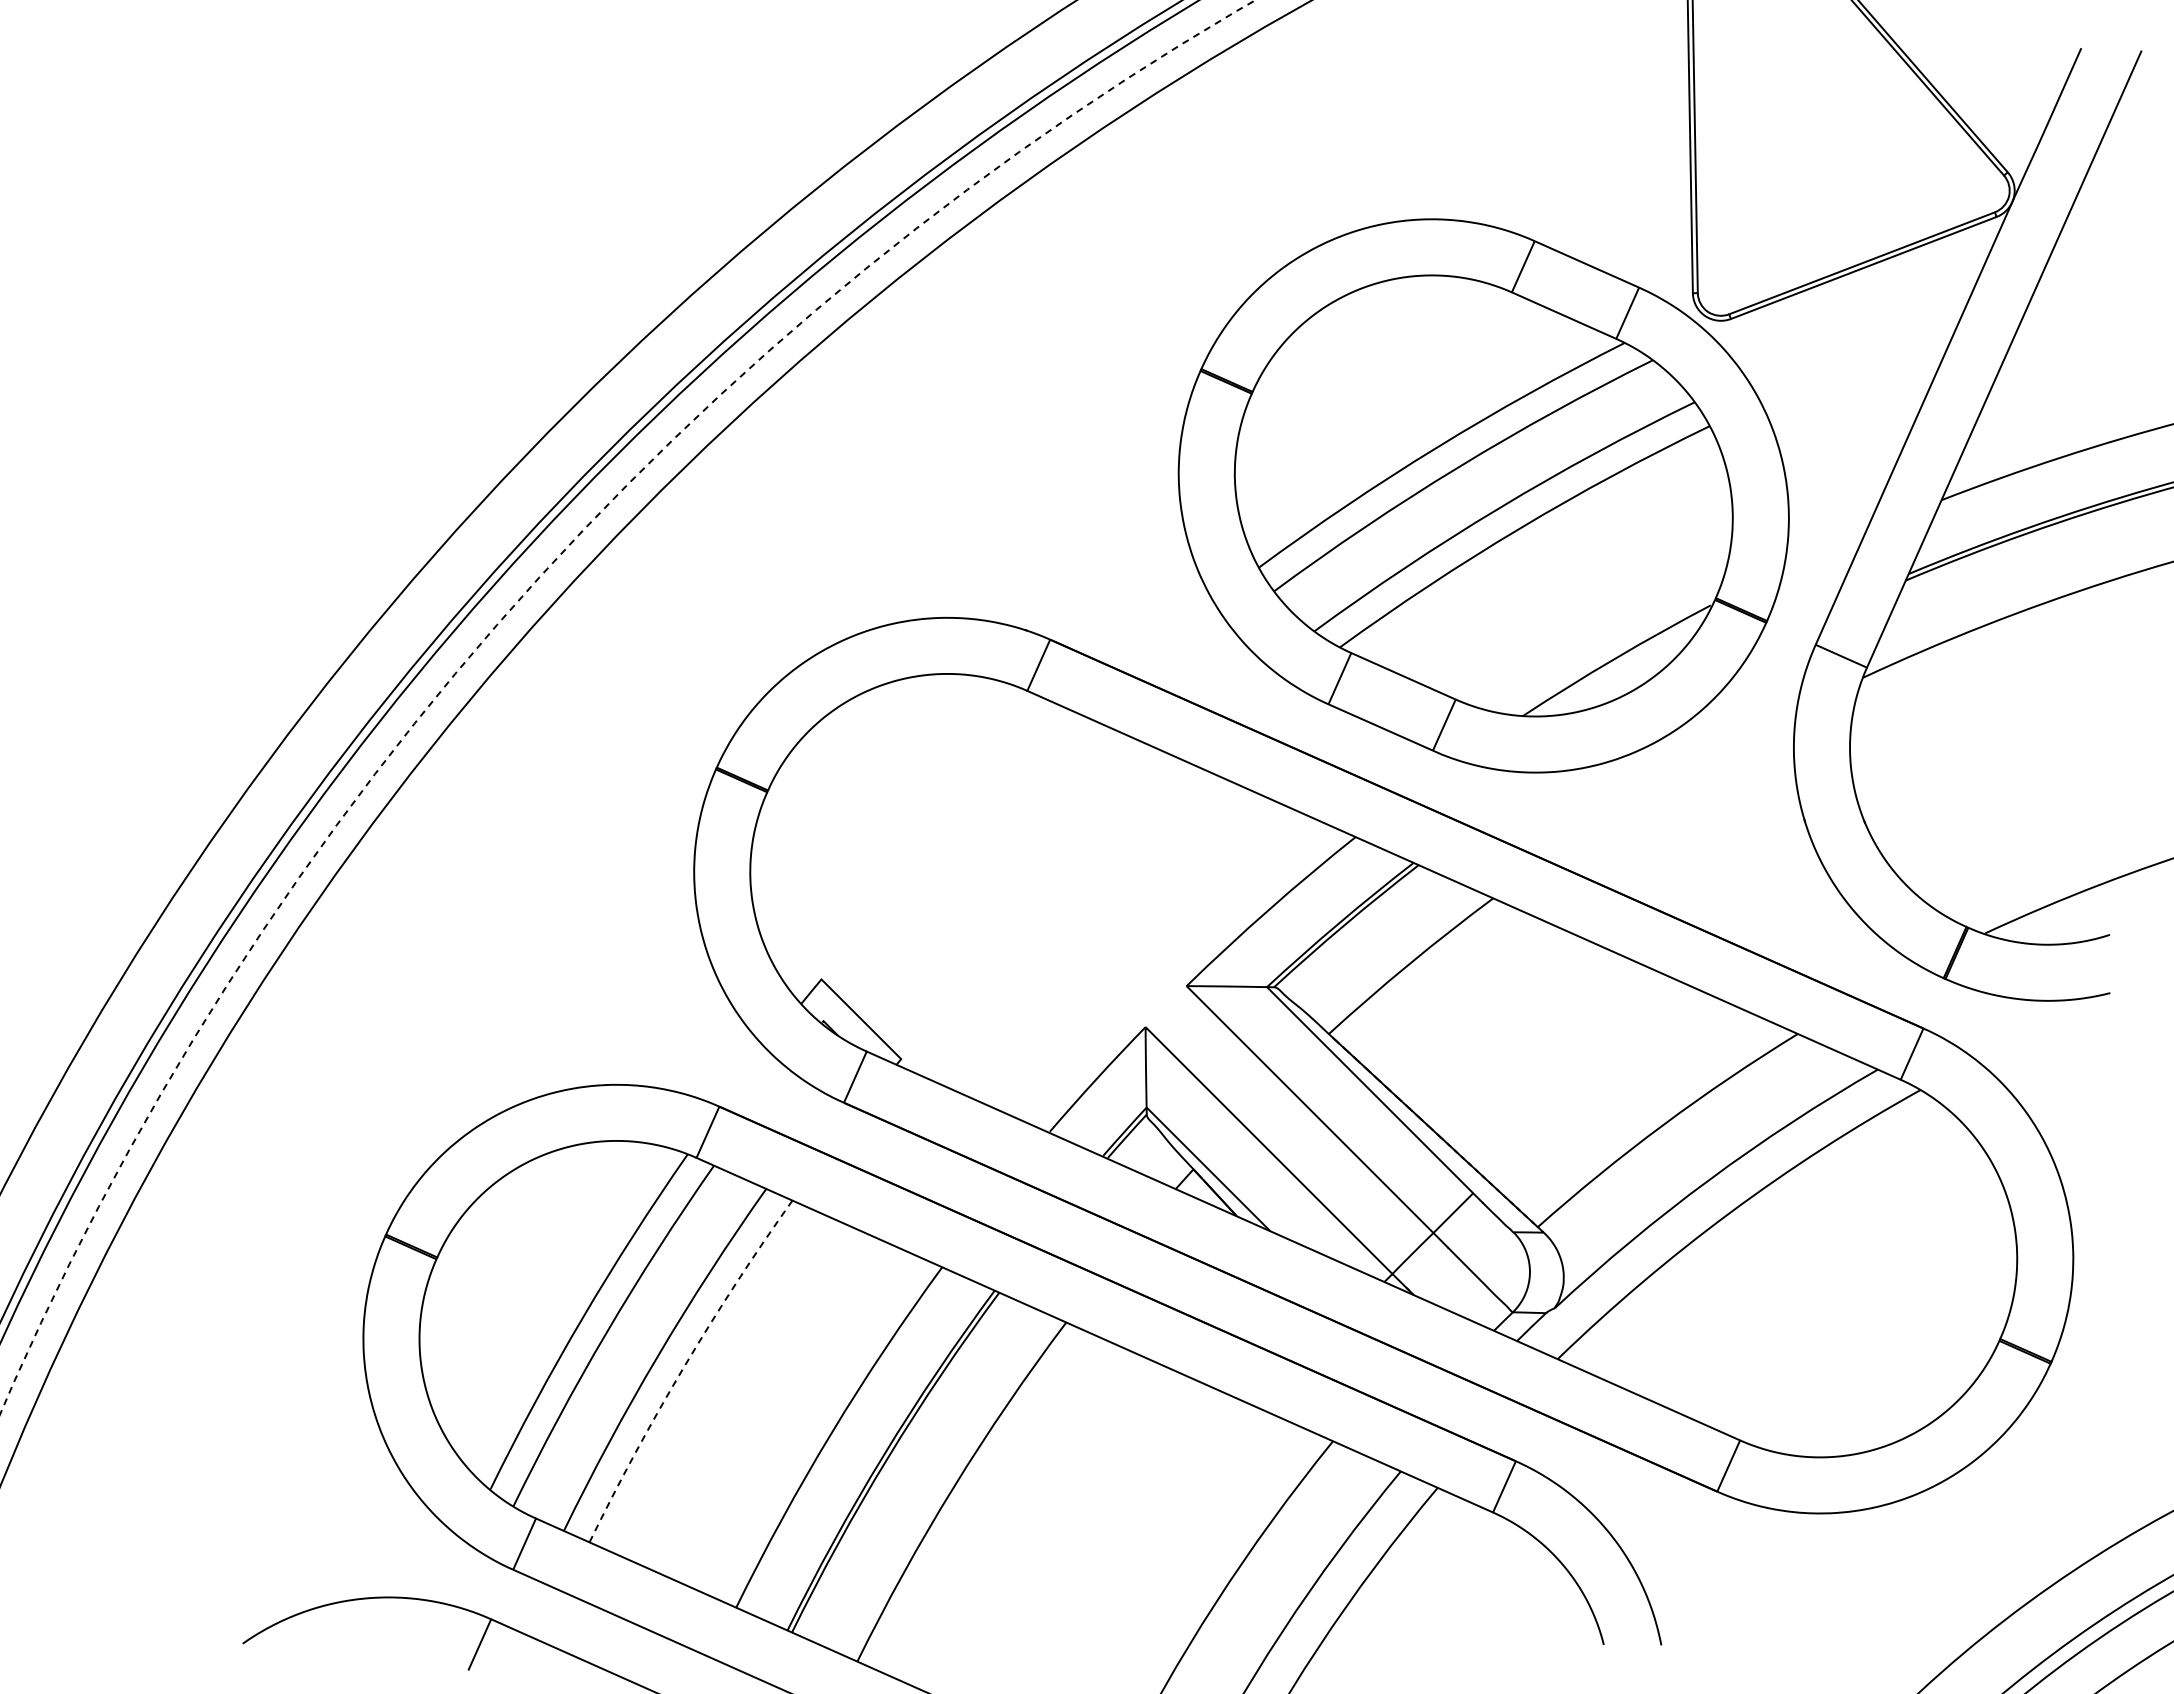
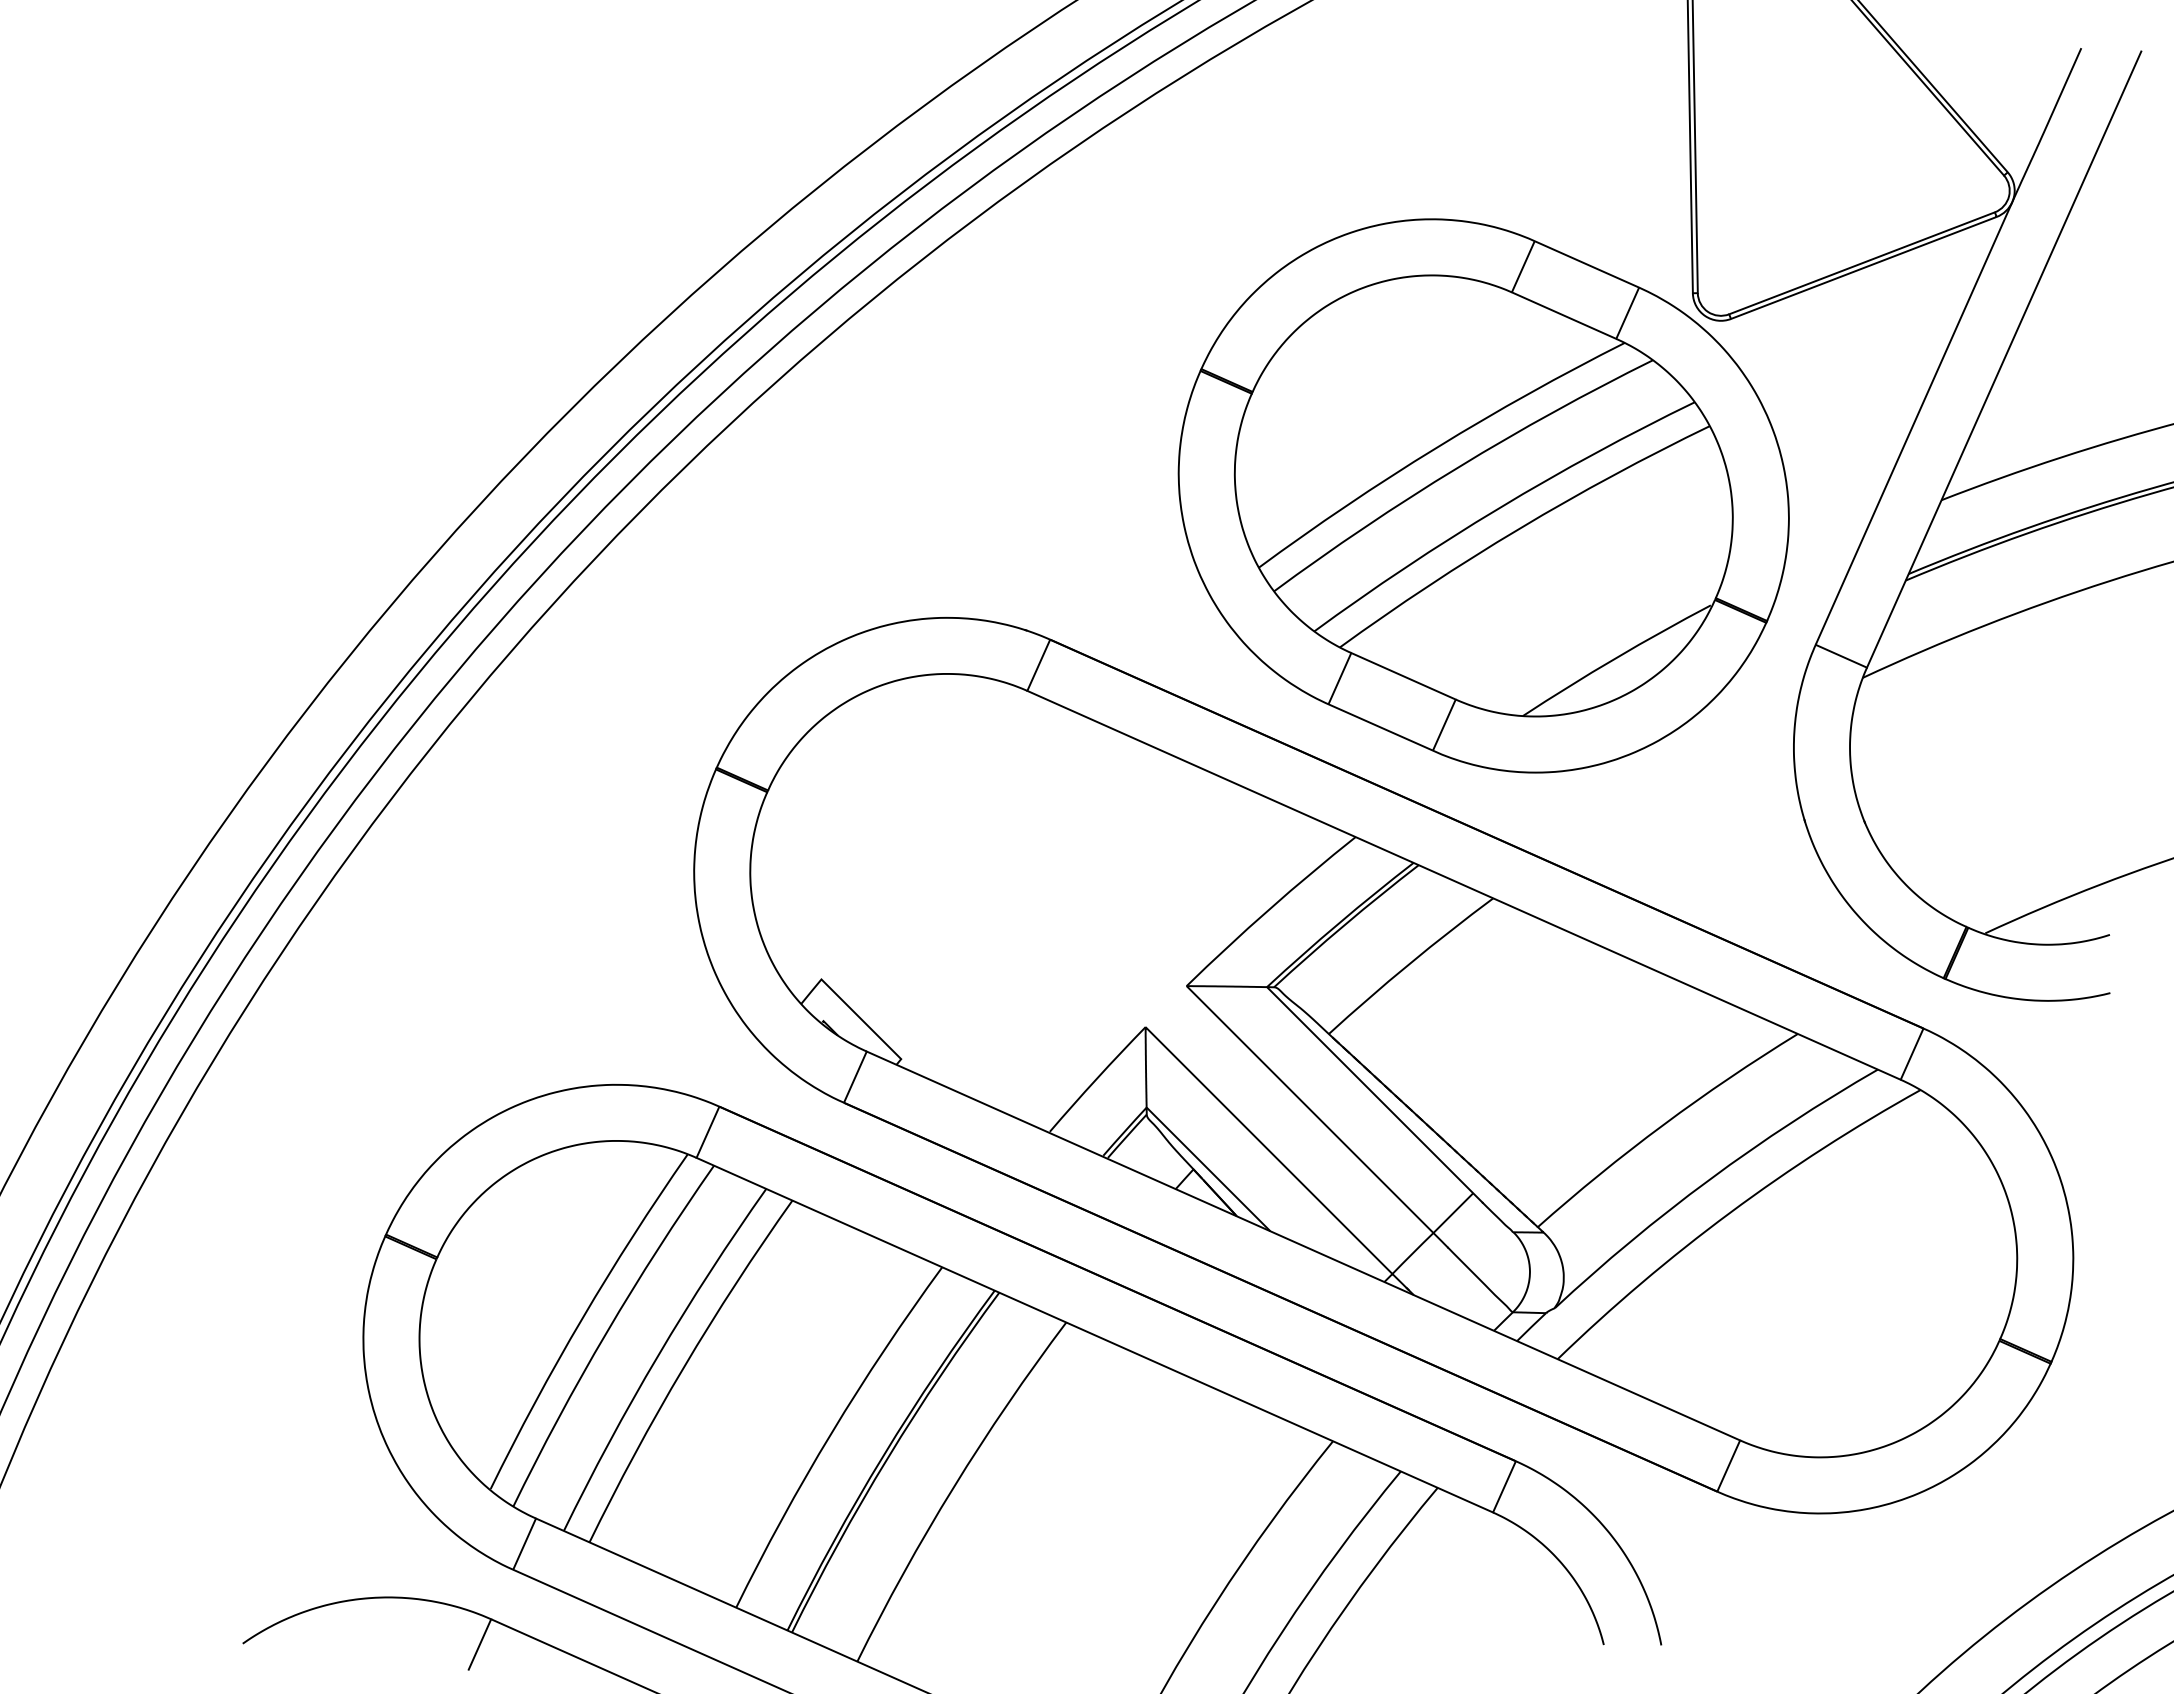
arc at (513, 606): dashed -> solid
line at (683, 1367): dashed -> solid
